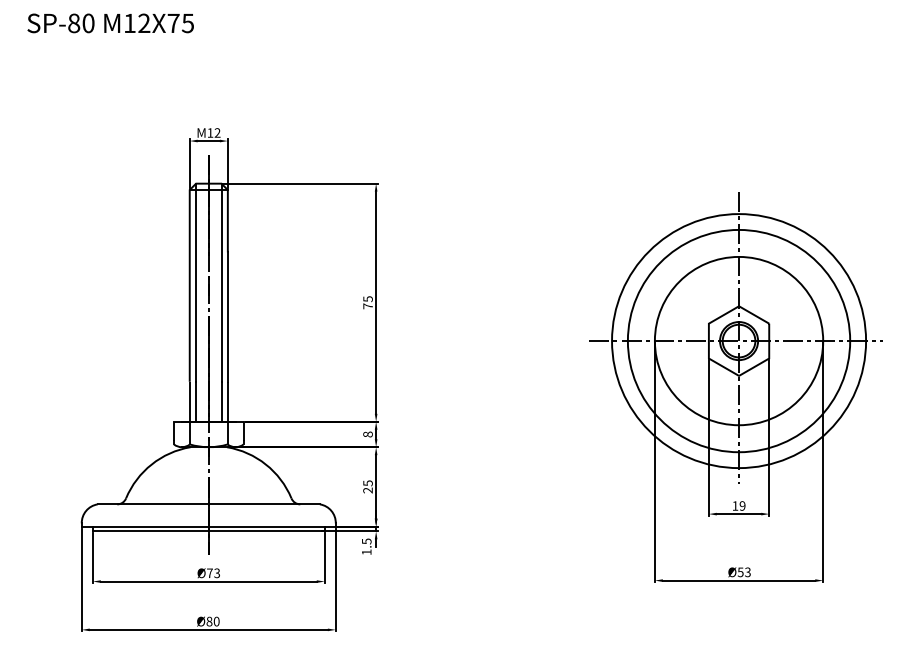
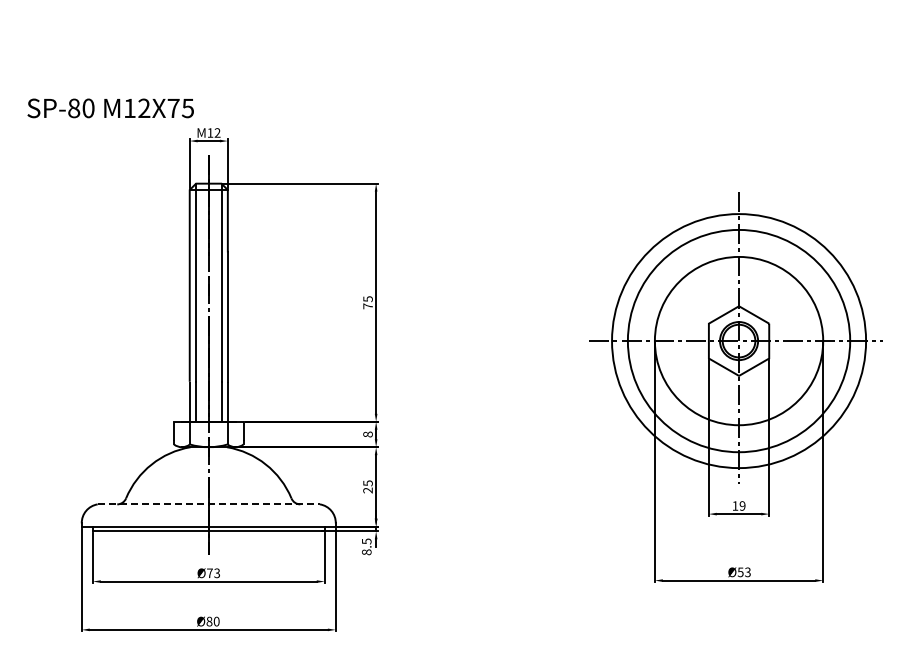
text at (110, 23) position: (110, 23) -> (110, 108)
line at (209, 504): solid -> dashed
text at (366, 552): 1.5 -> 8.5
